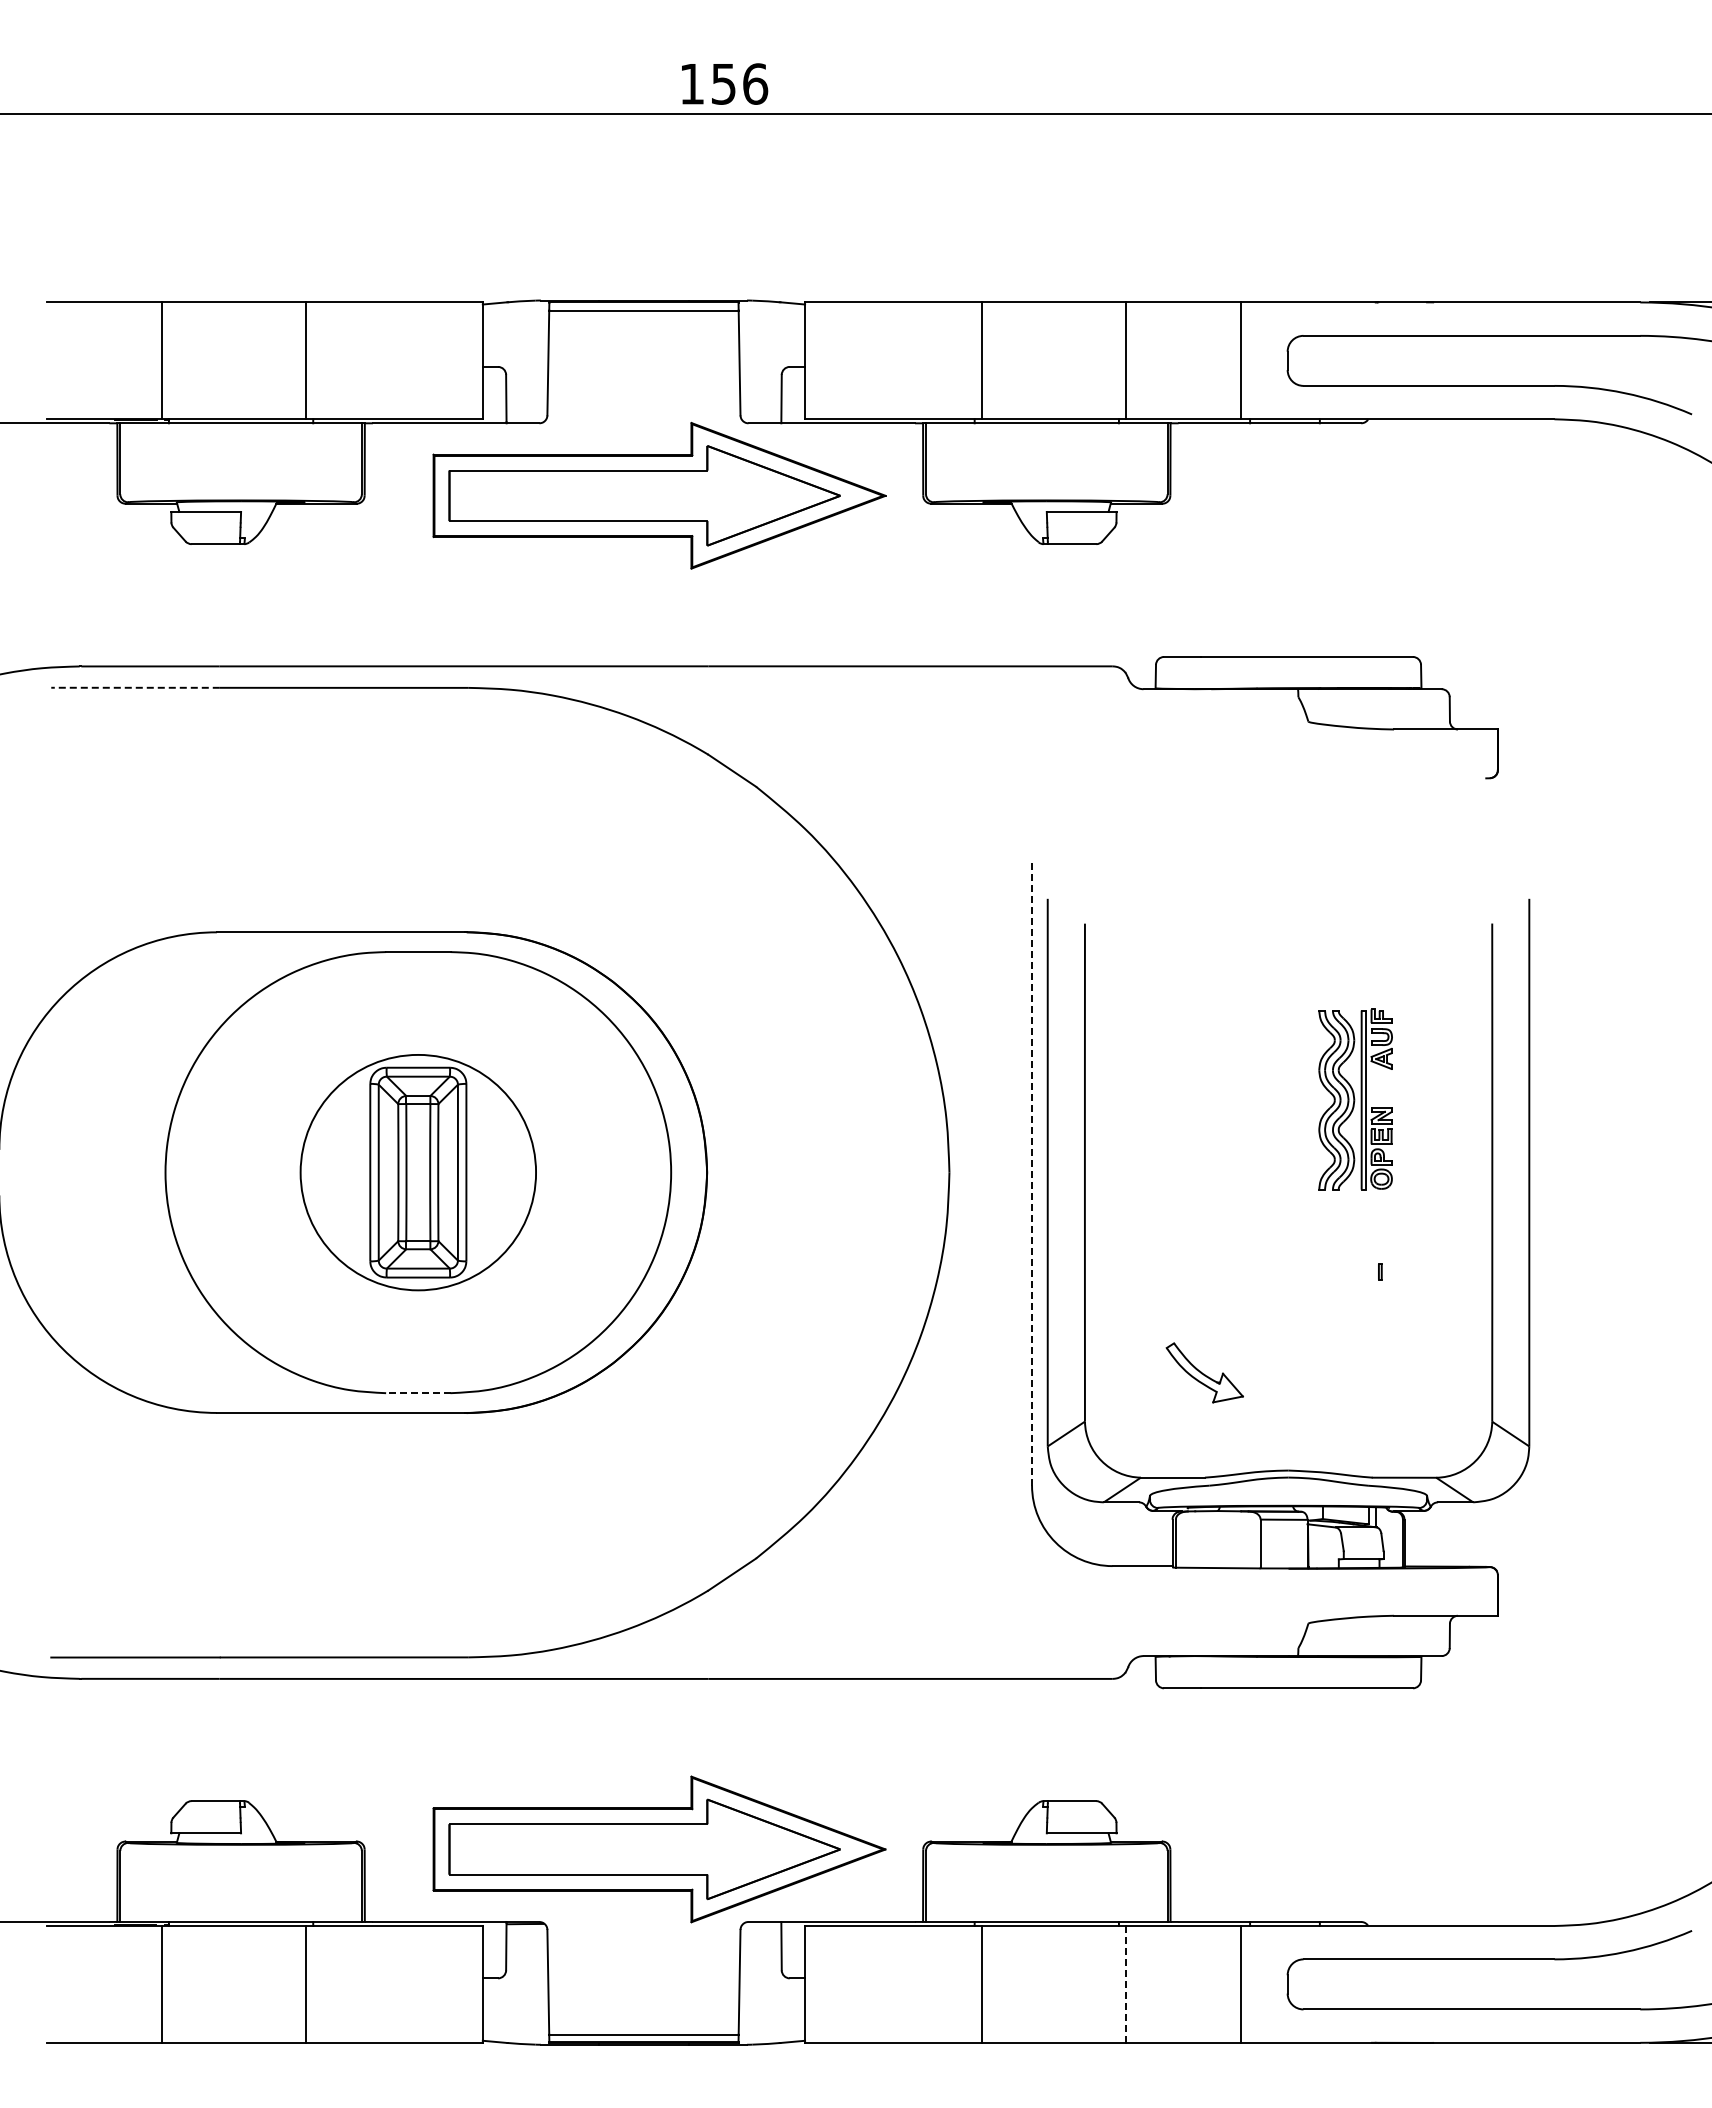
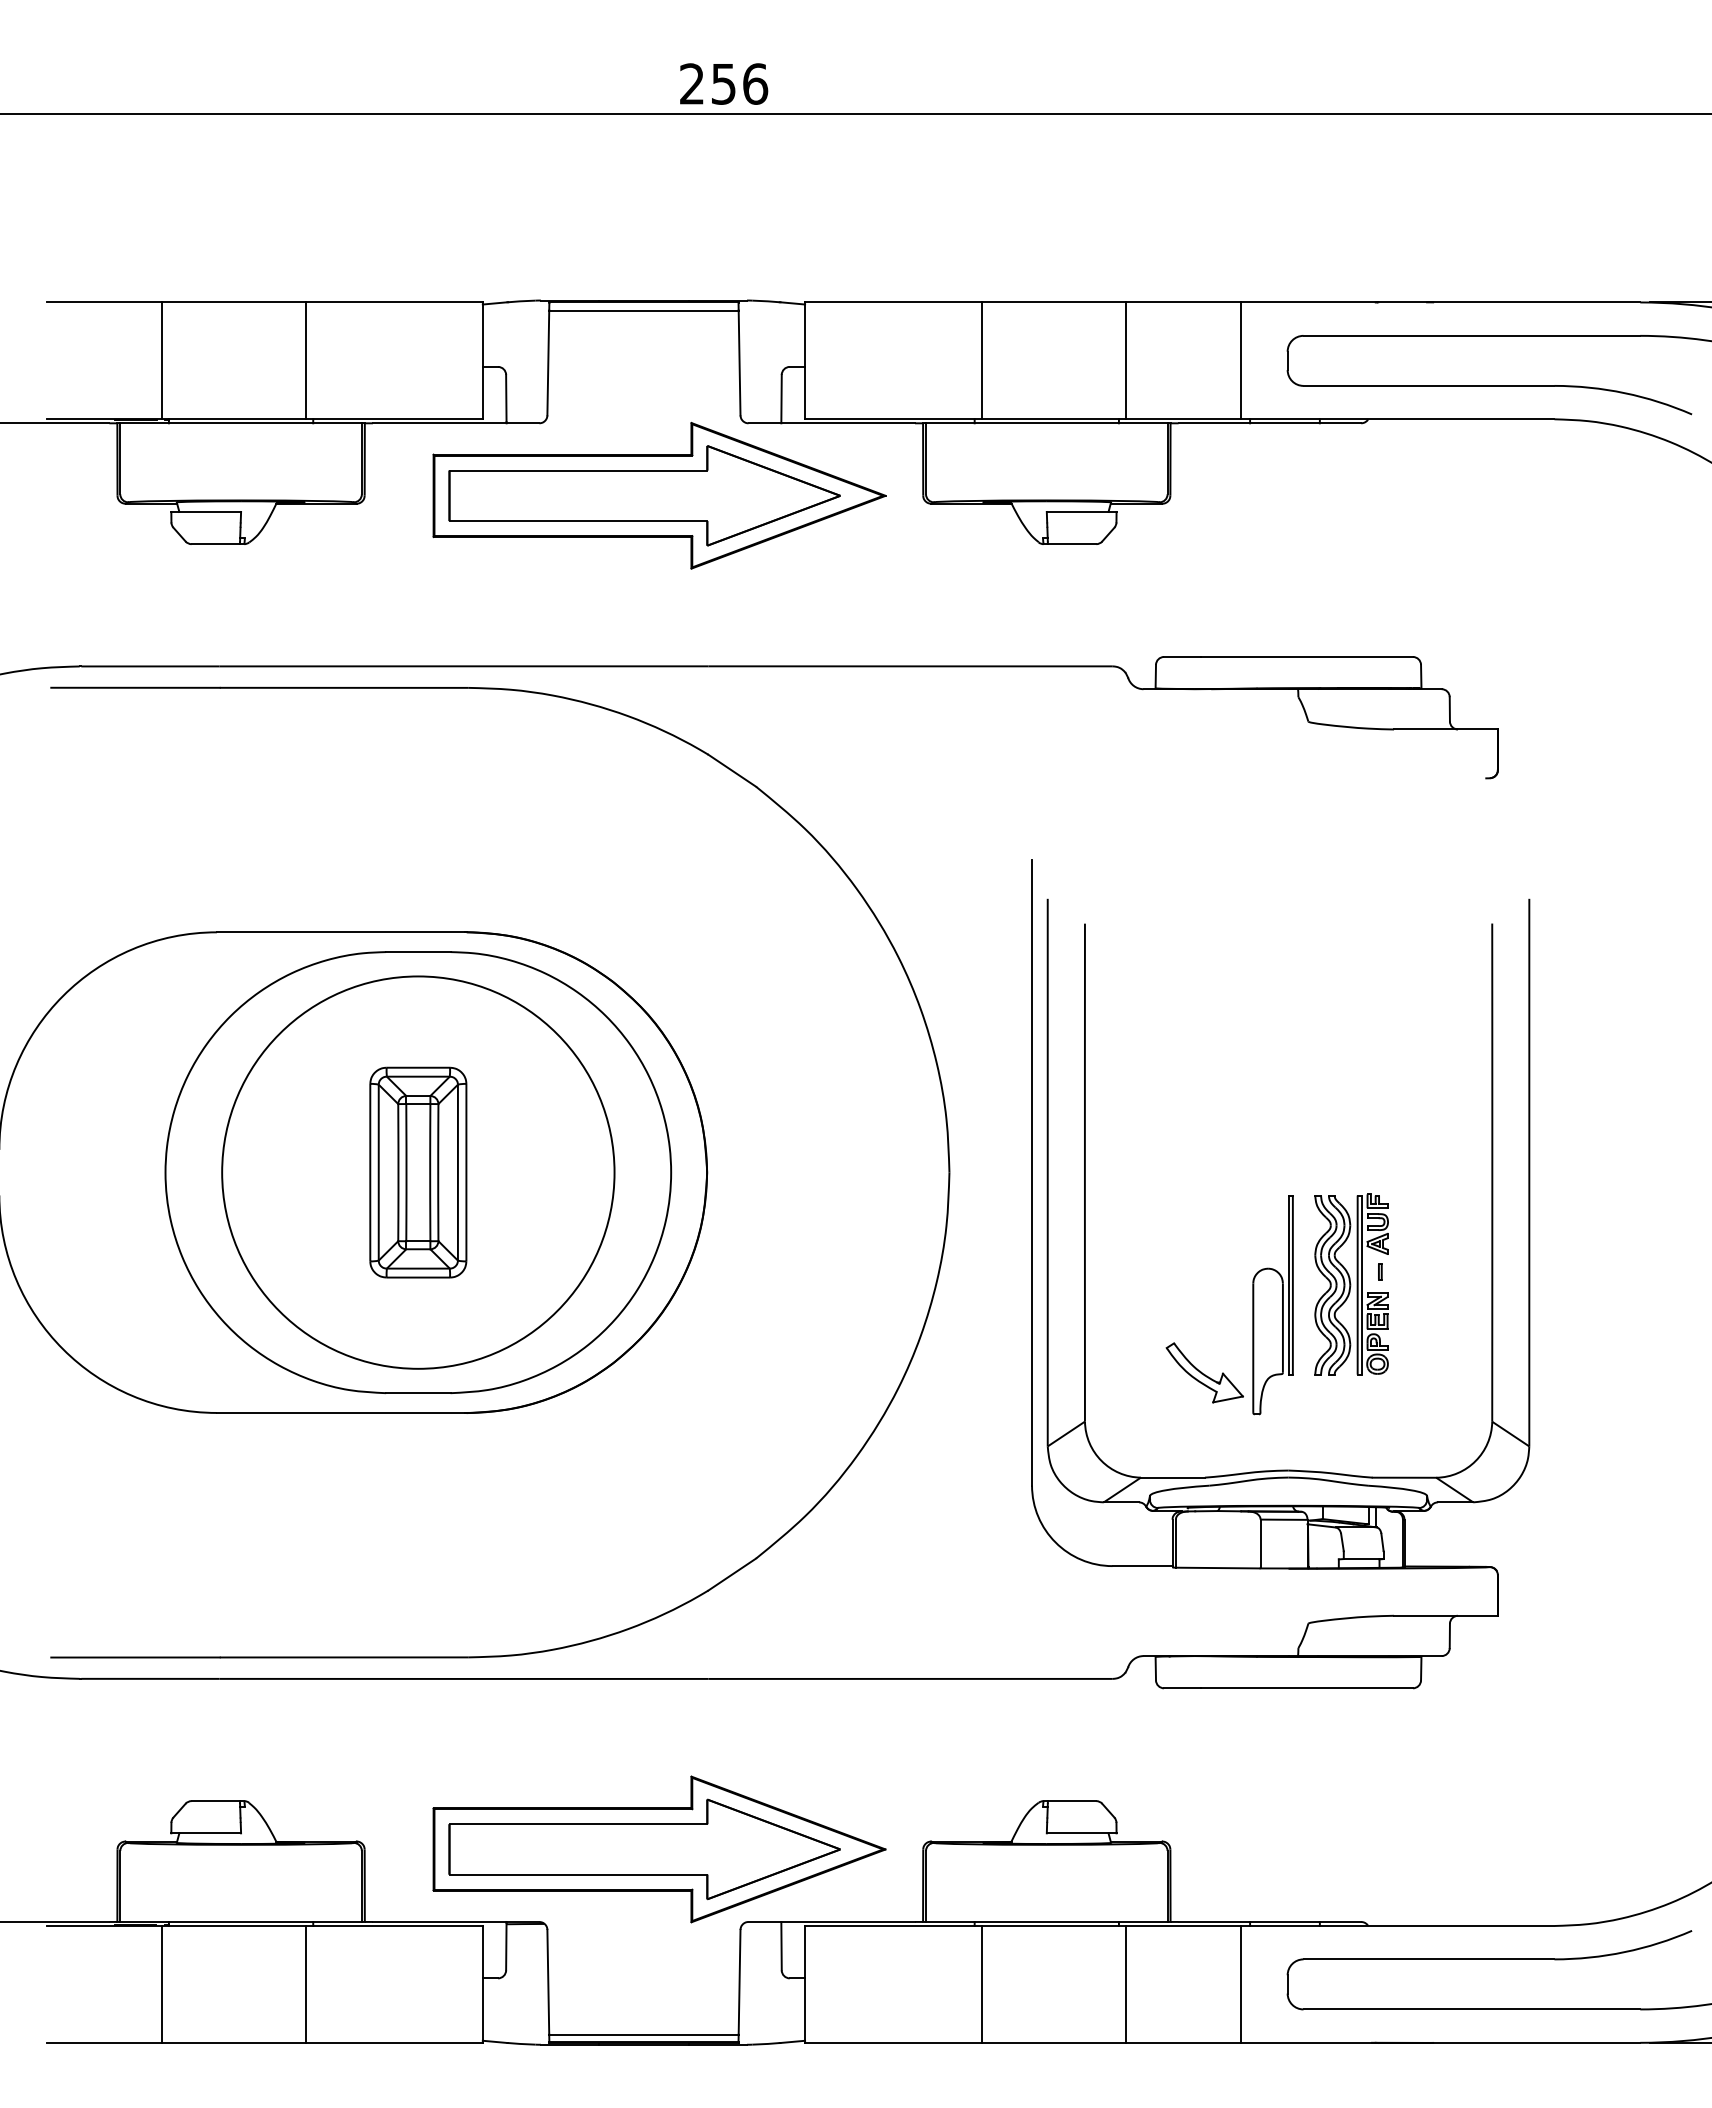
text at (691, 83): 156 -> 256
line at (135, 687): dashed -> solid
part at (1355, 1099) position: (1355, 1099) -> (1351, 1284)
circle at (418, 1172) diameter: 235 px -> 392 px
line at (1032, 1172): dashed -> solid
part at (1272, 1305): none -> present
line at (417, 1393): dashed -> solid
line at (1126, 1983): dashed -> solid
